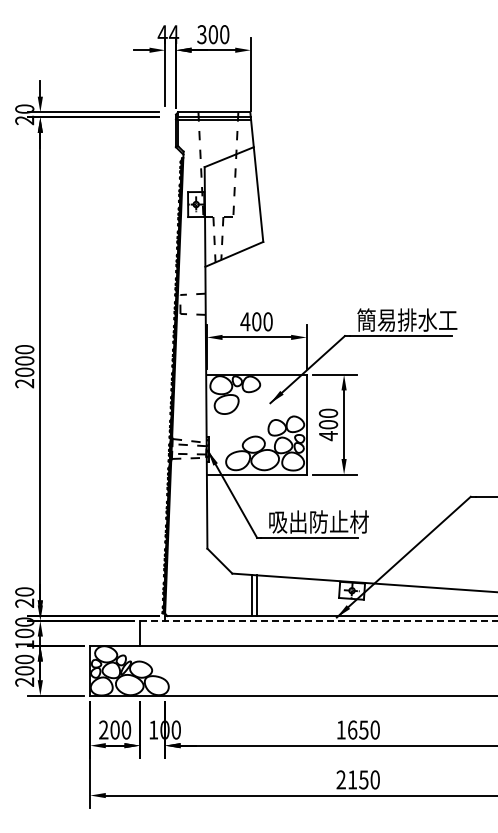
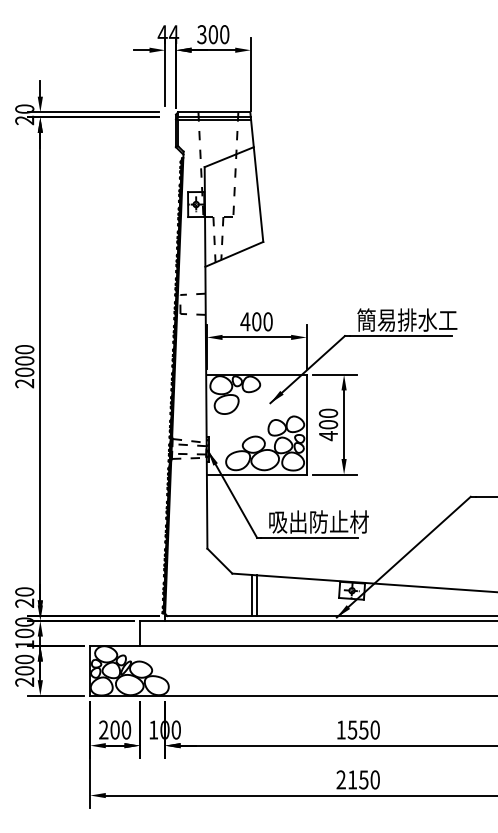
line at (318, 620): dashed -> solid
text at (352, 729): 1650 -> 1550
